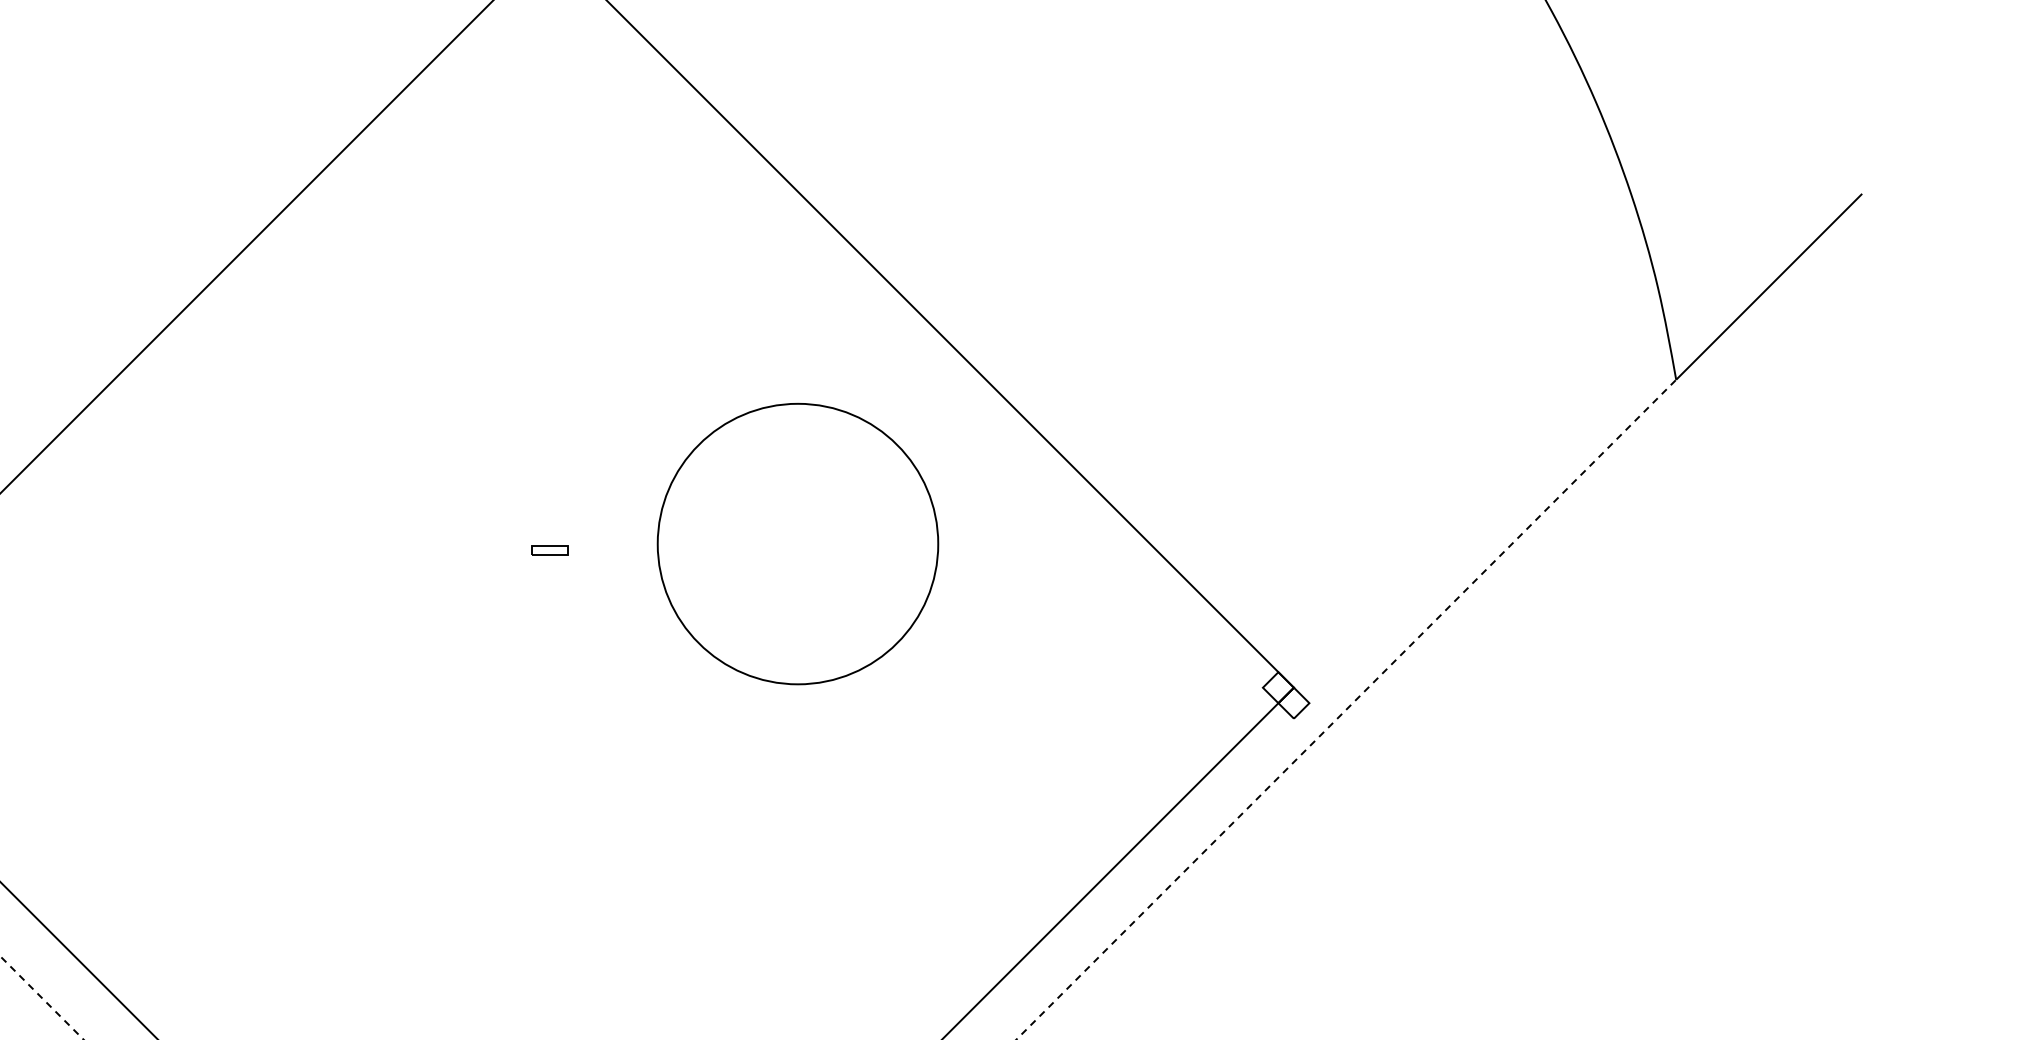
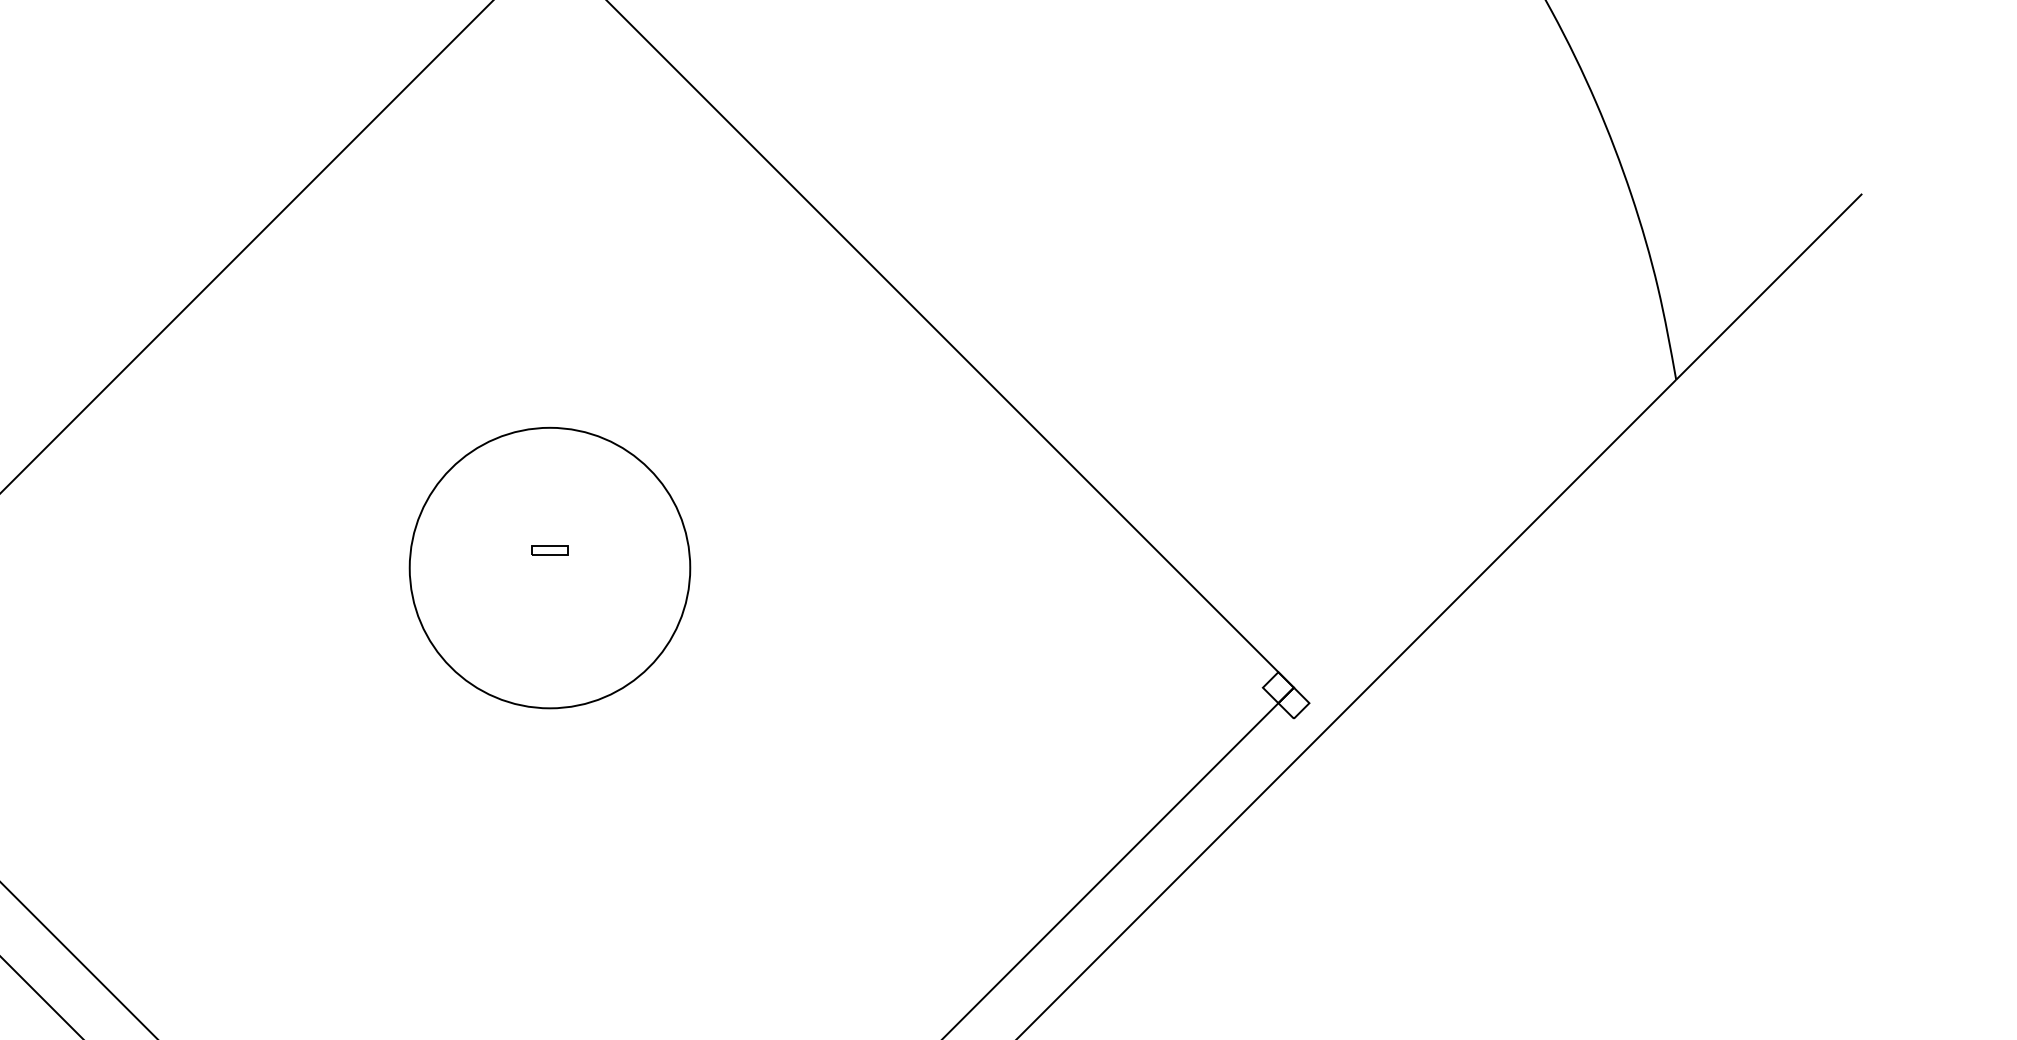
circle at (797, 543) position: (797, 543) -> (549, 567)
line at (1346, 709): dashed -> solid
line at (42, 998): dashed -> solid
